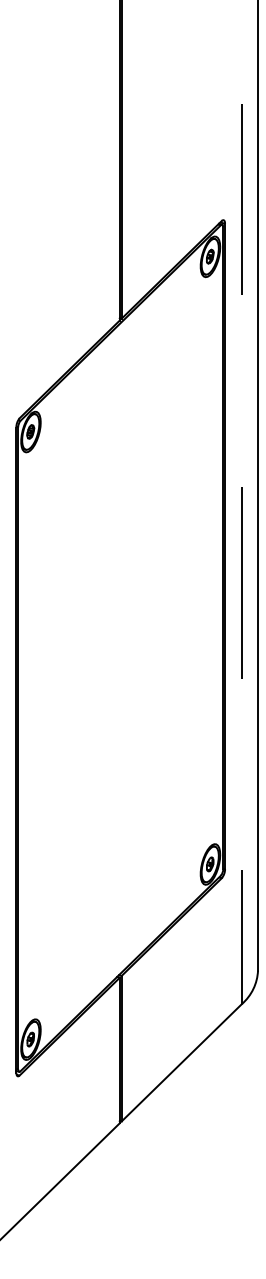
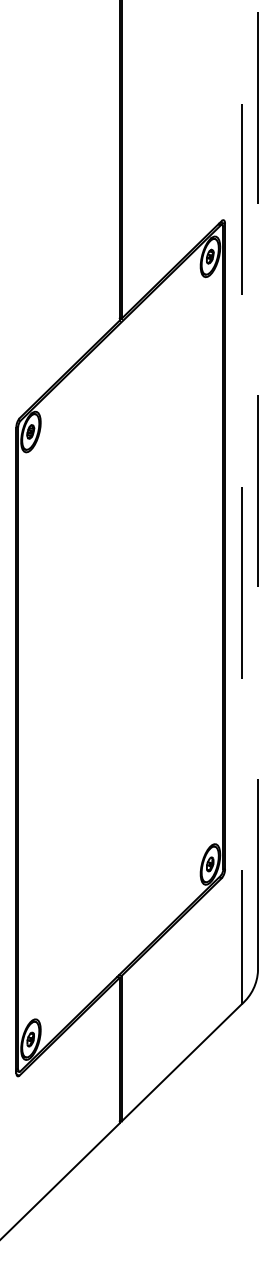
line at (258, 485): solid -> dashed
